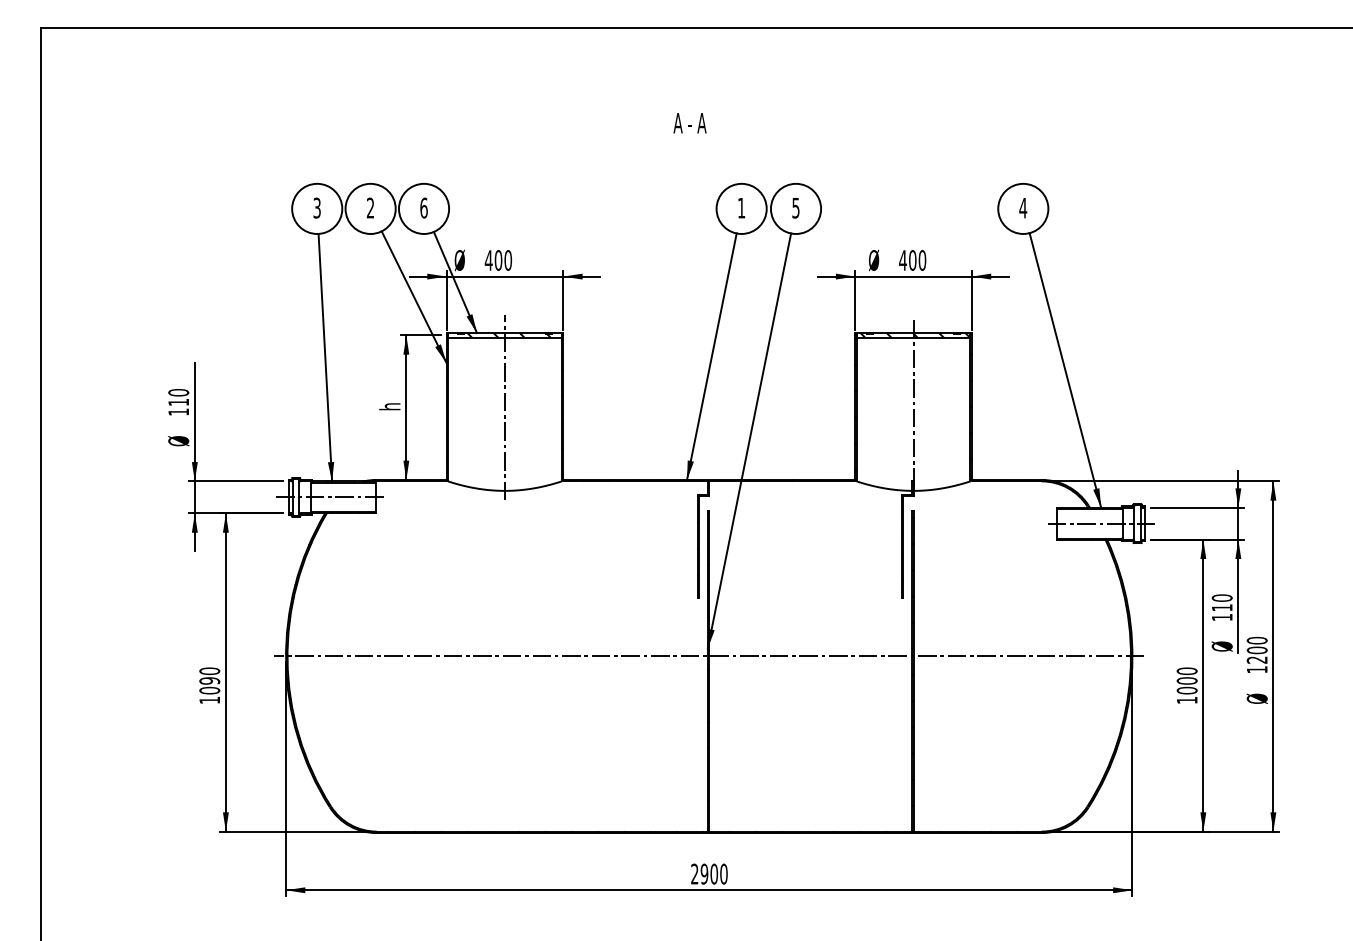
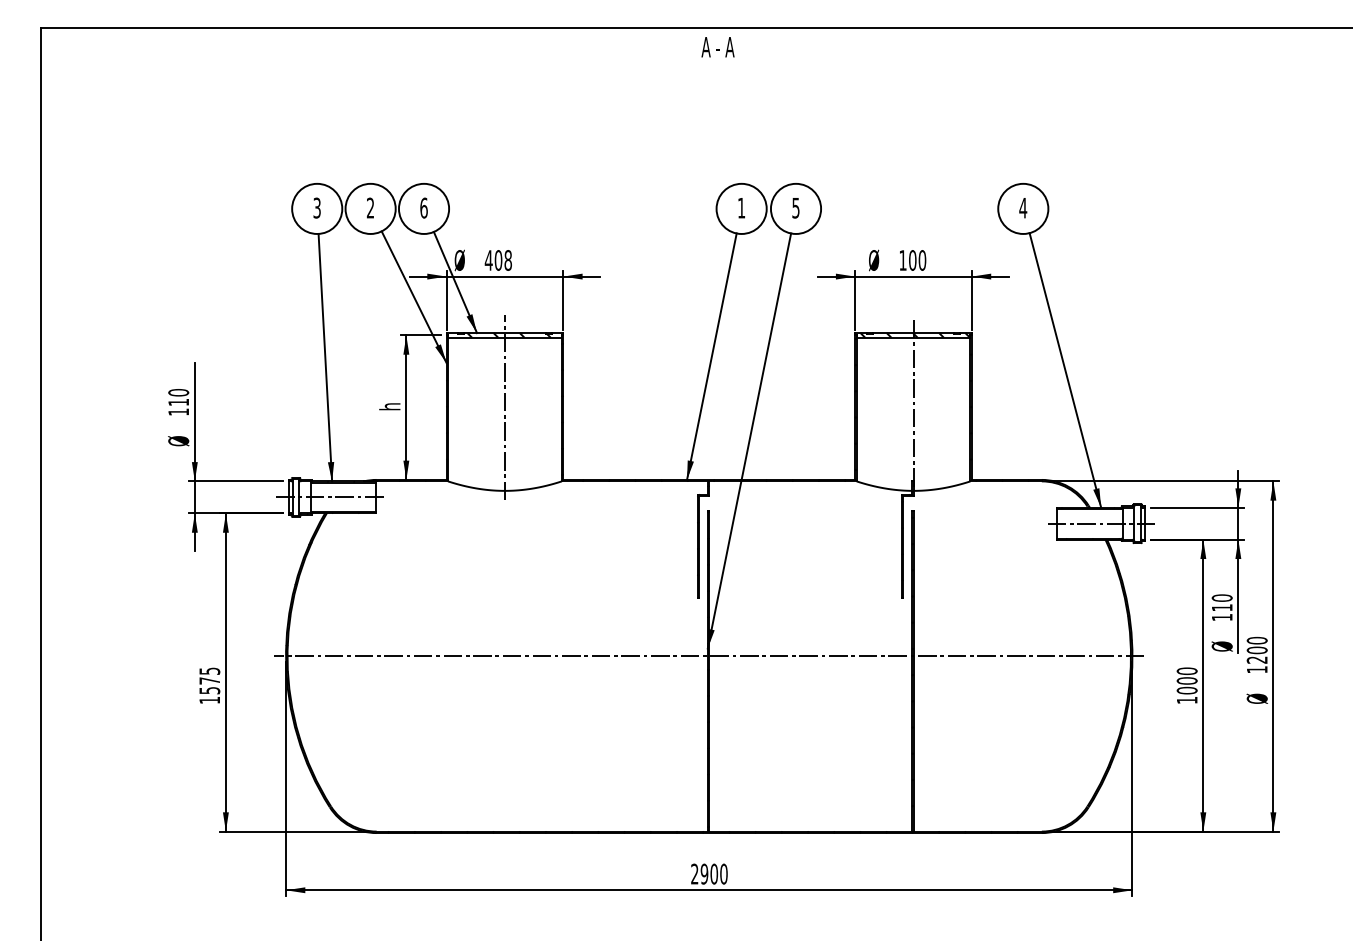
text at (689, 123) position: (689, 123) -> (717, 47)
text at (508, 260): 400 -> 408
text at (903, 260): 400 -> 100
text at (209, 680): 1090 -> 1575
